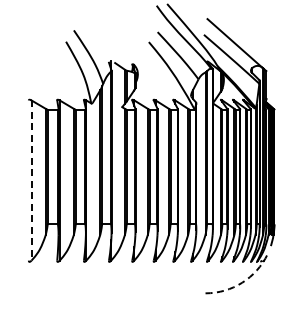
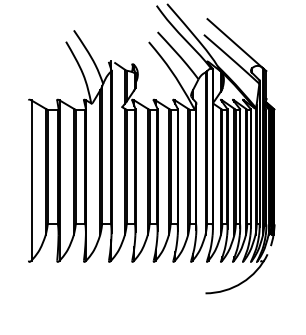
line at (31, 181): dashed -> solid
arc at (242, 282): dashed -> solid
